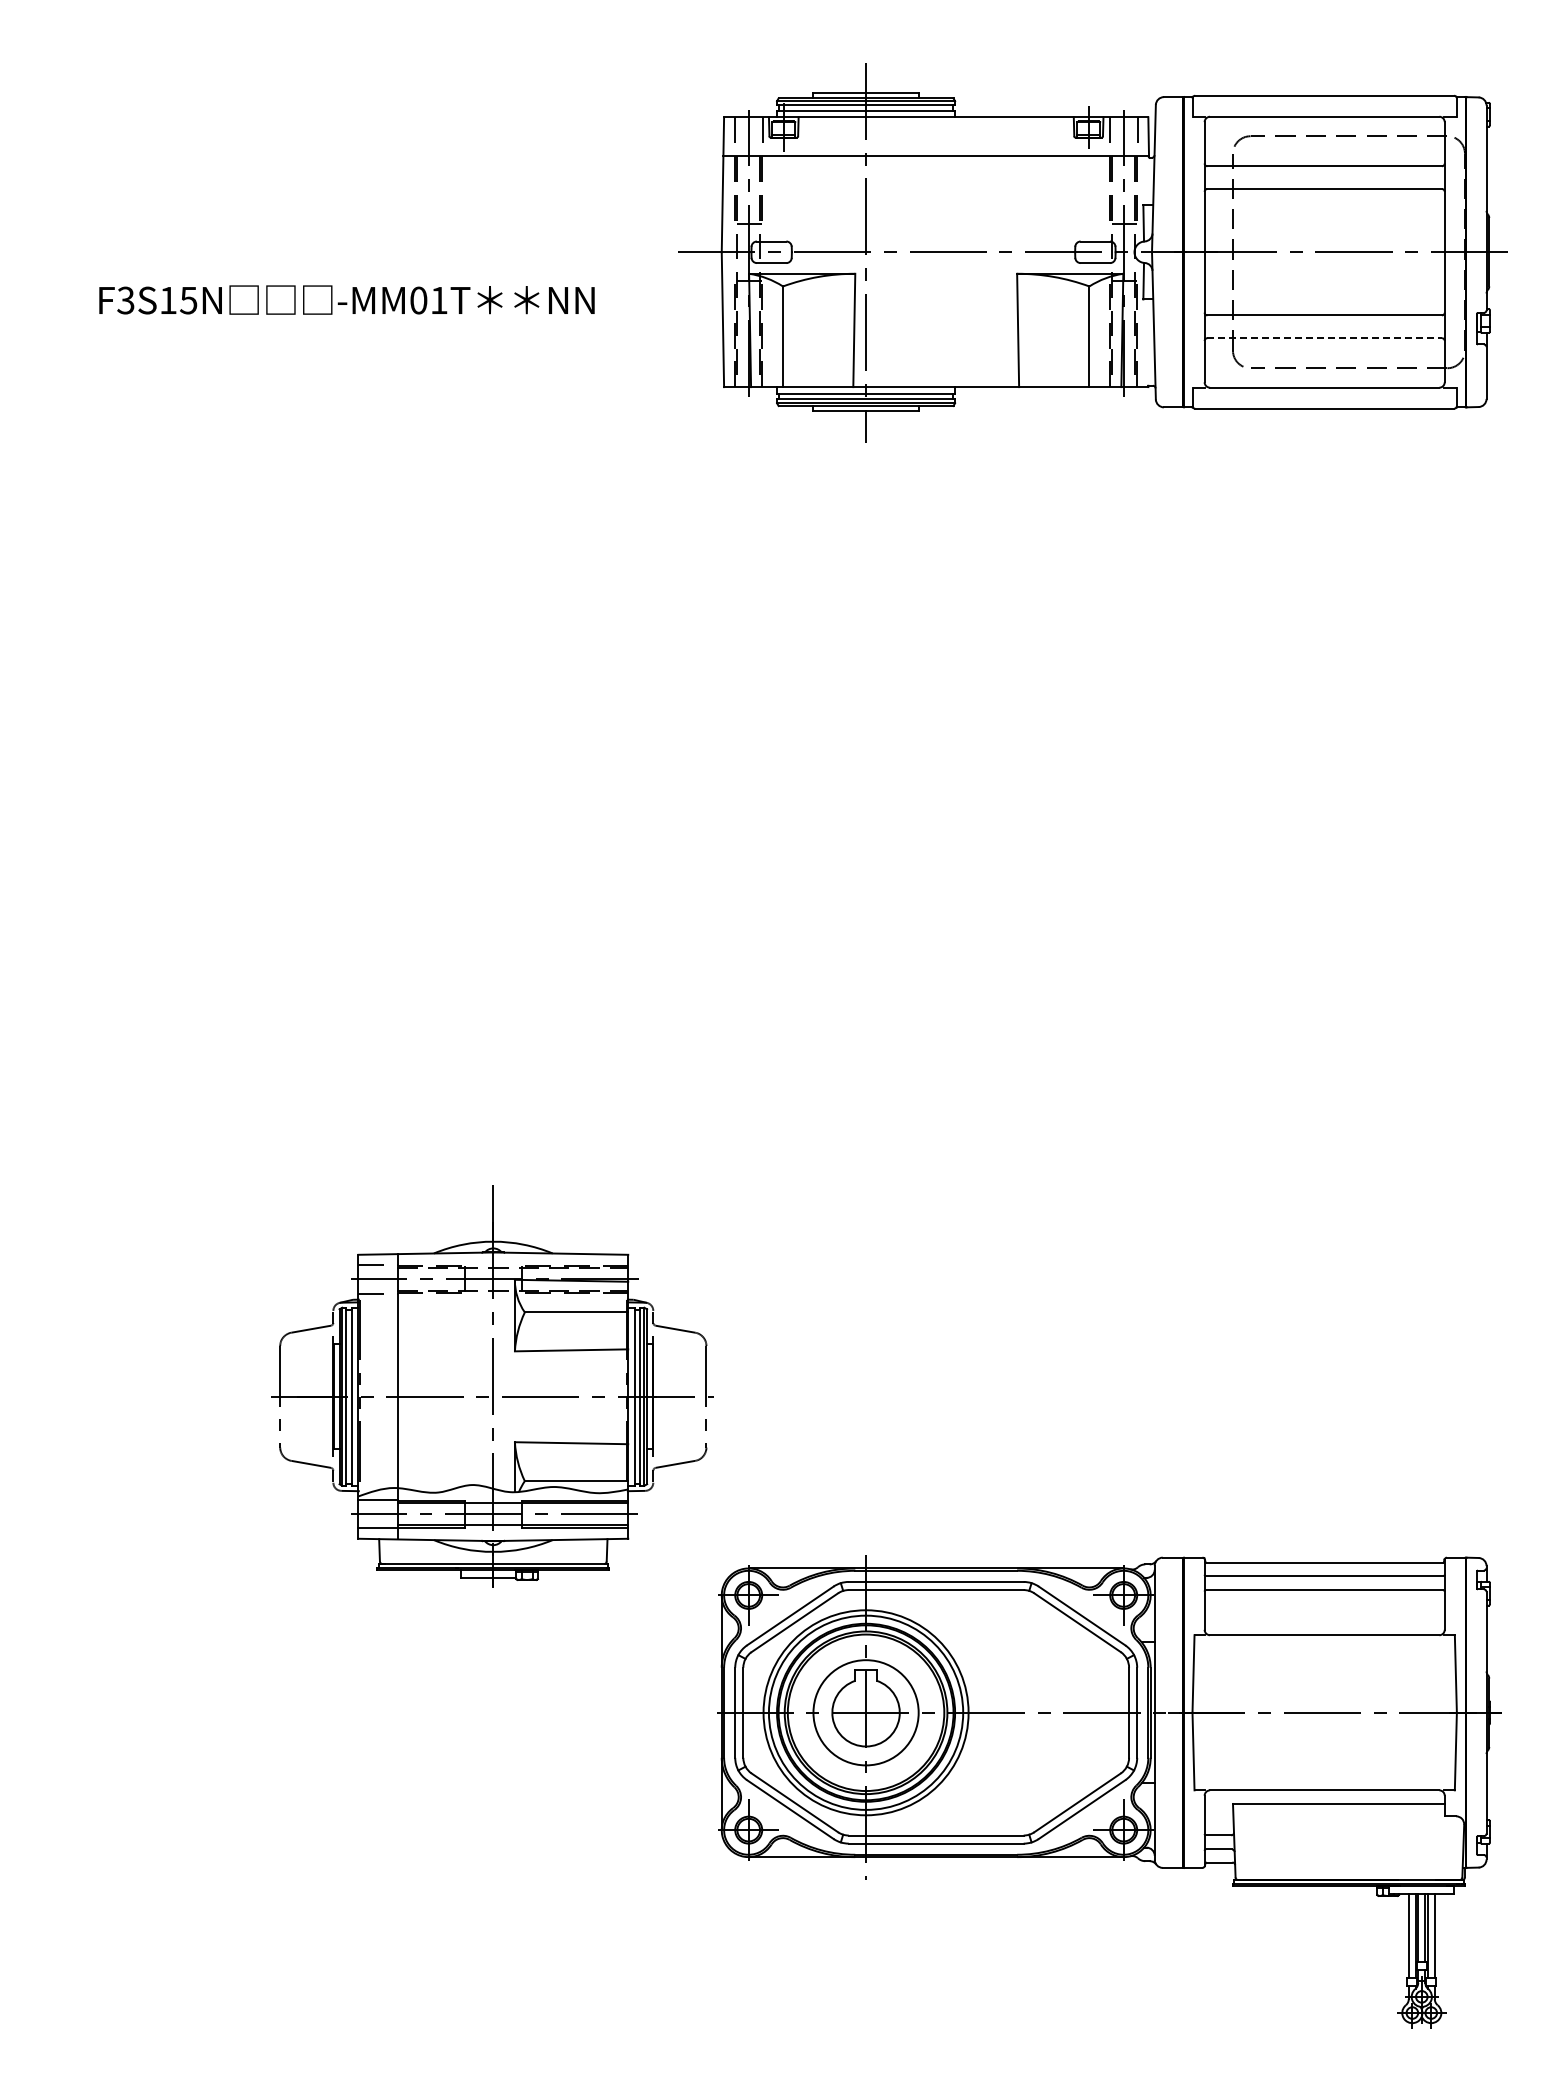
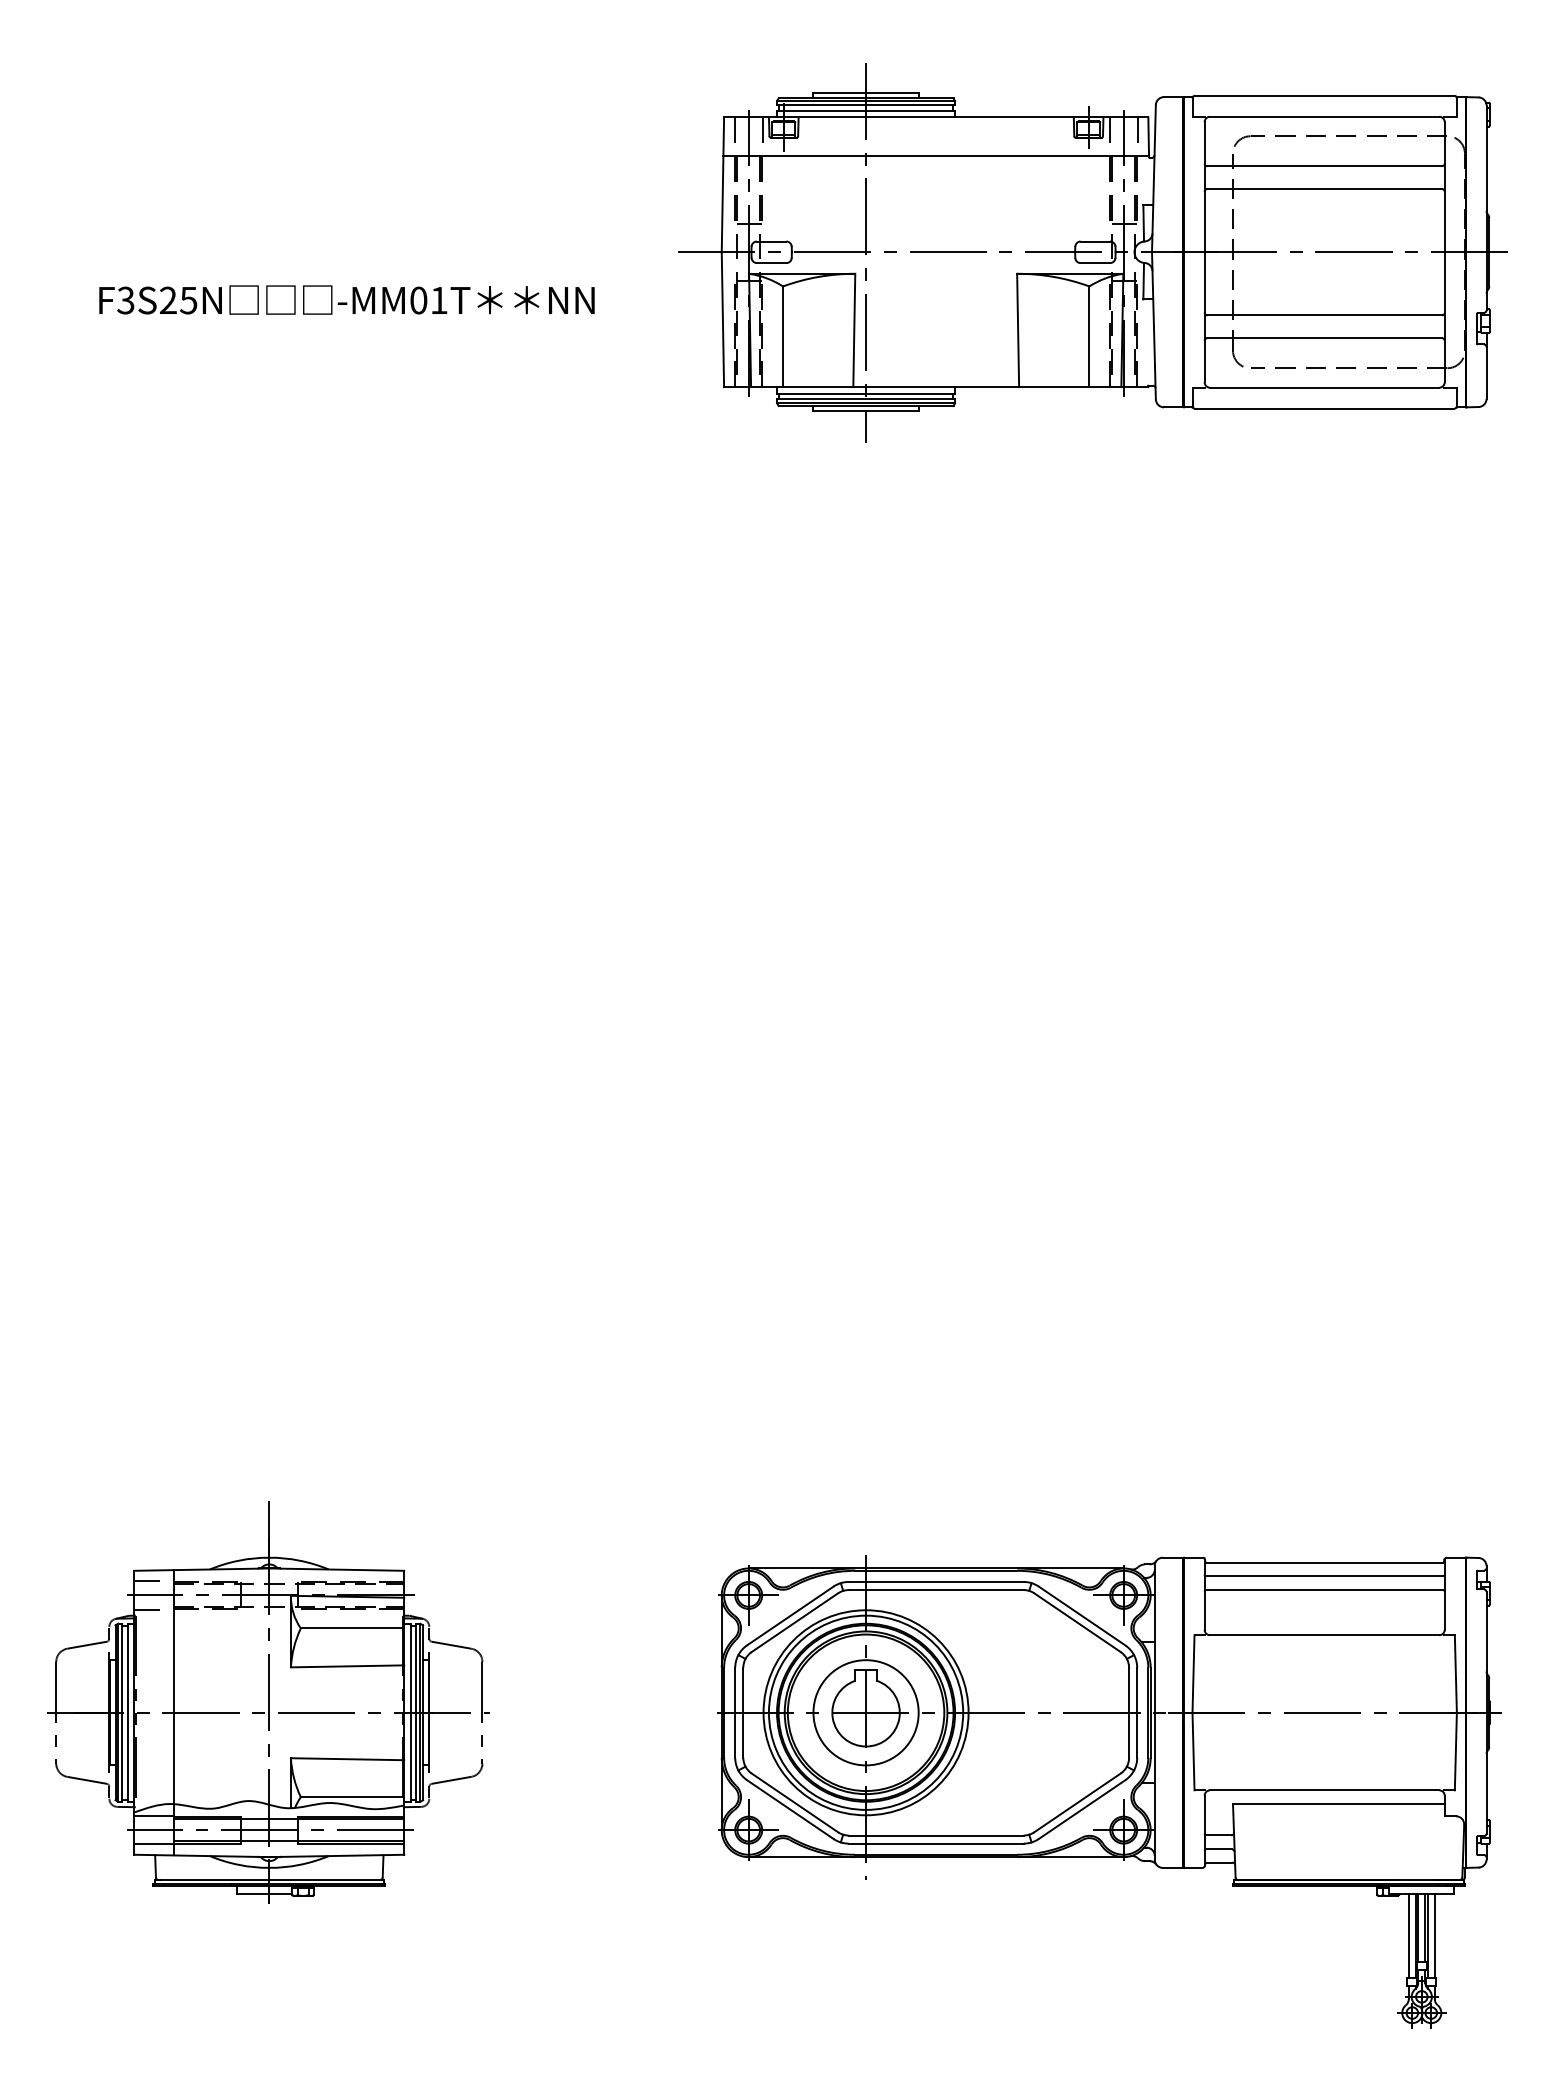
text at (168, 299): F3S15N -> F3S25N
line at (1325, 338): dashed -> solid
part at (492, 1386) position: (492, 1386) -> (268, 1702)
